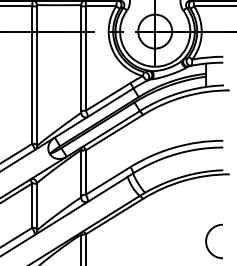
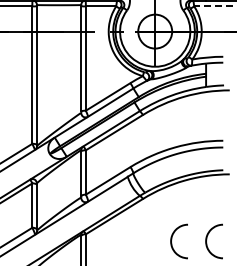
line at (215, 6): solid -> dashed
curve at (172, 239): none -> present
